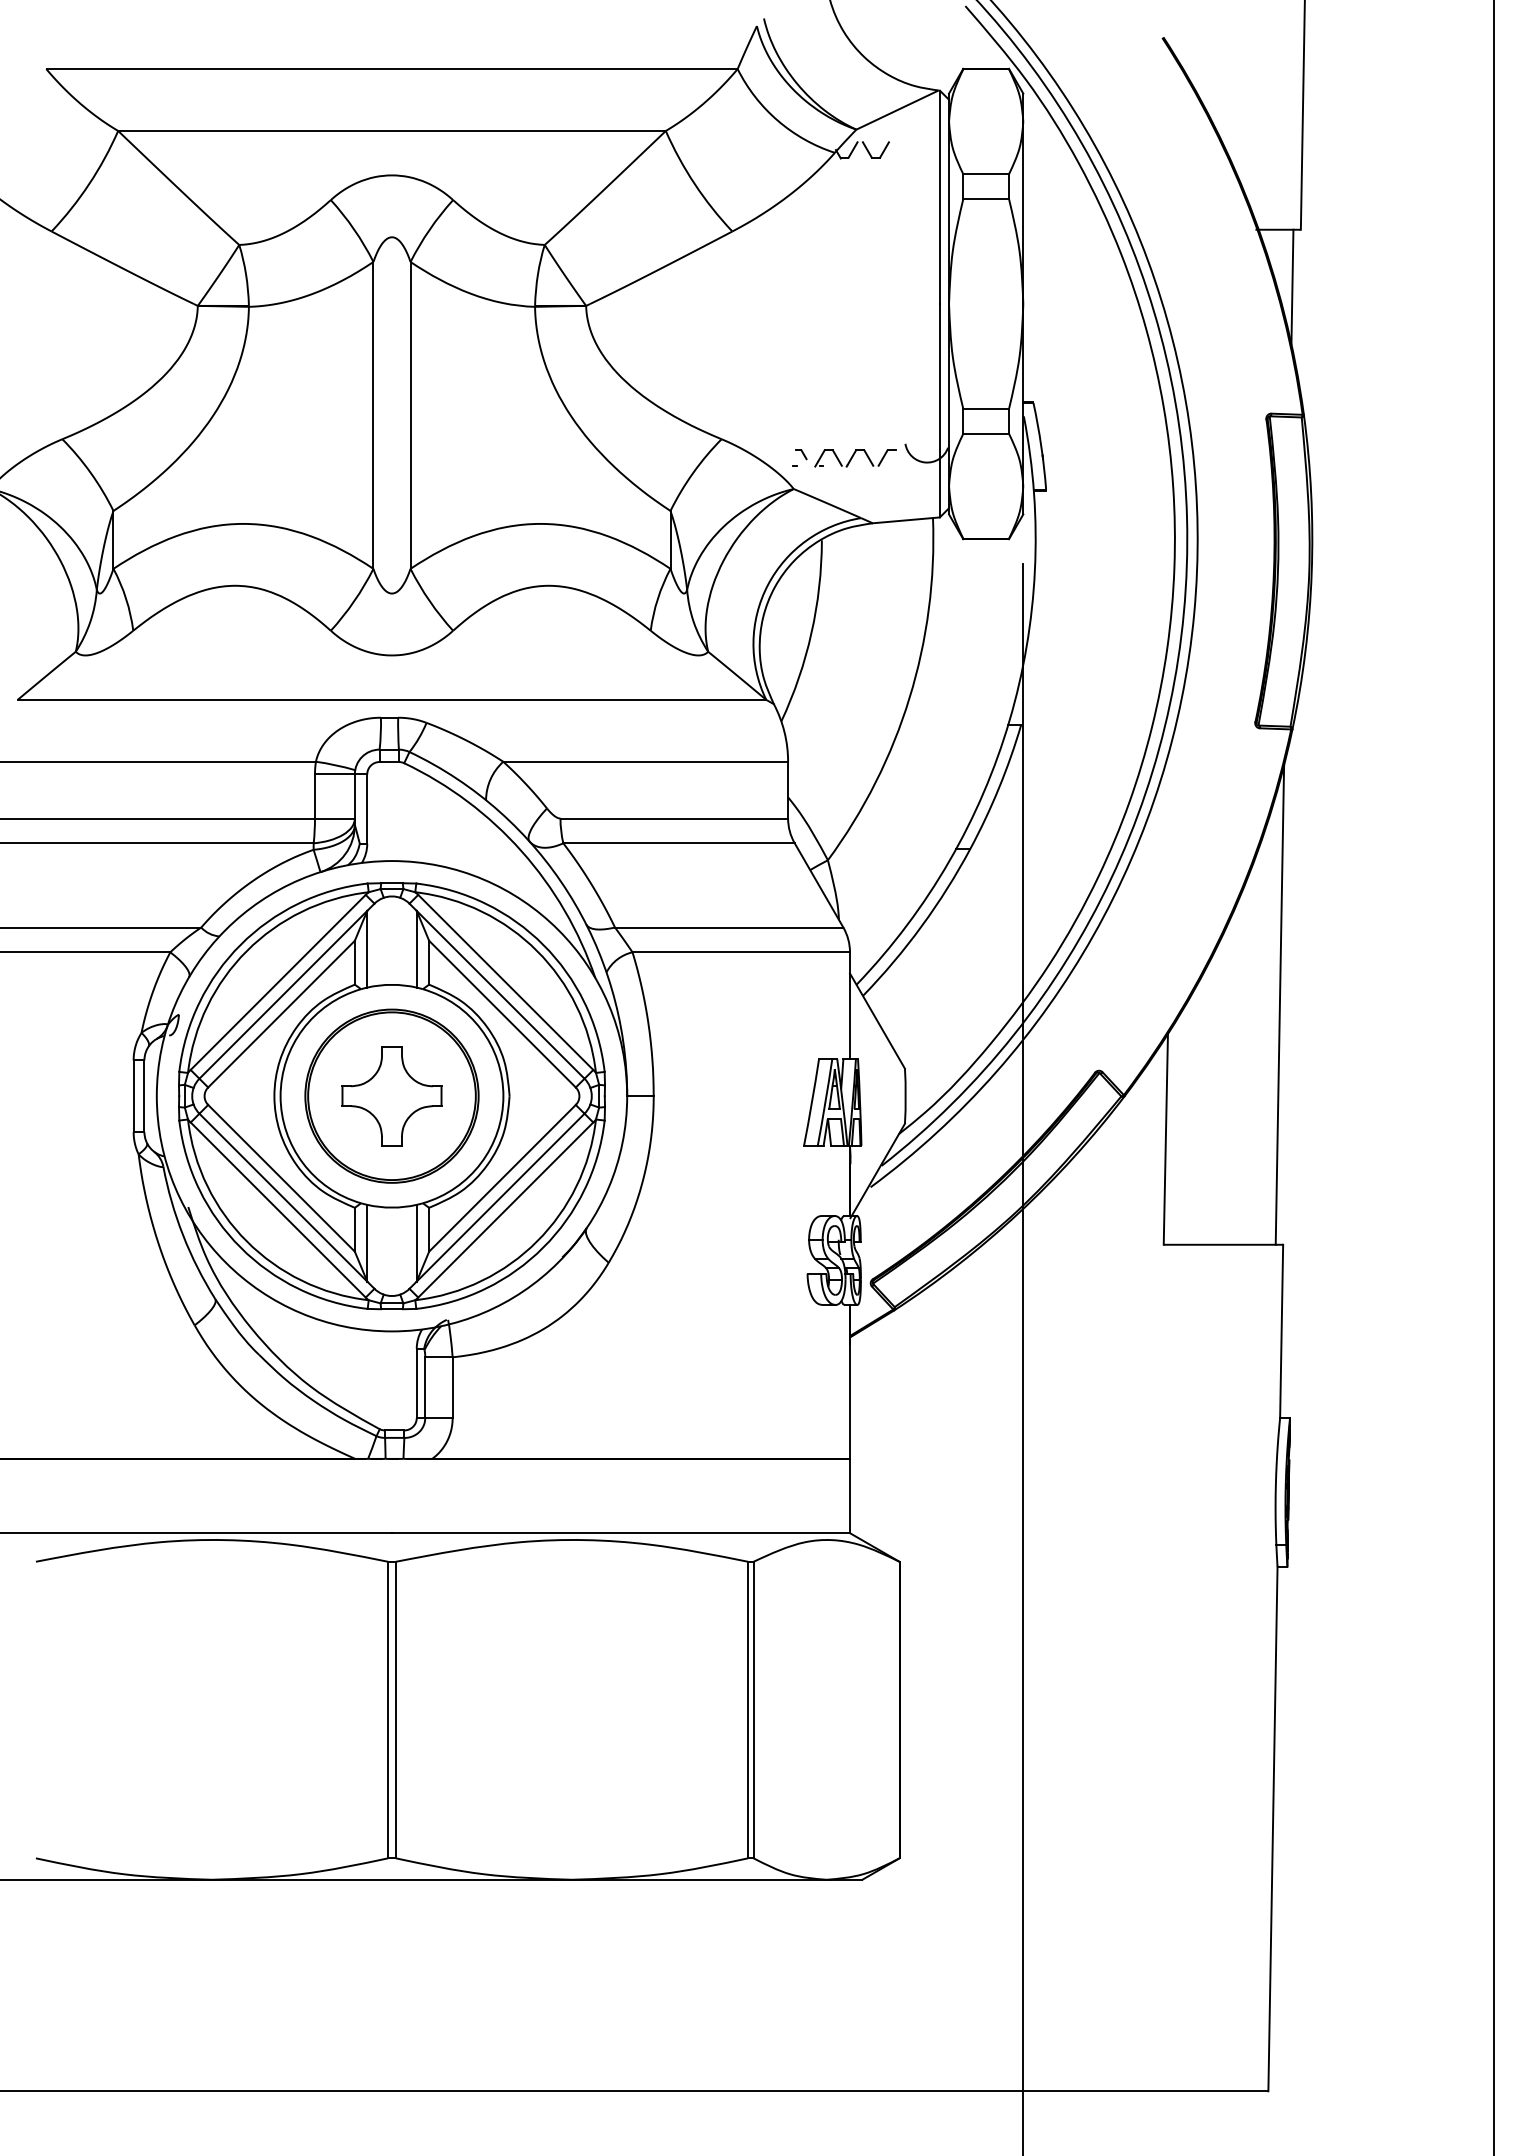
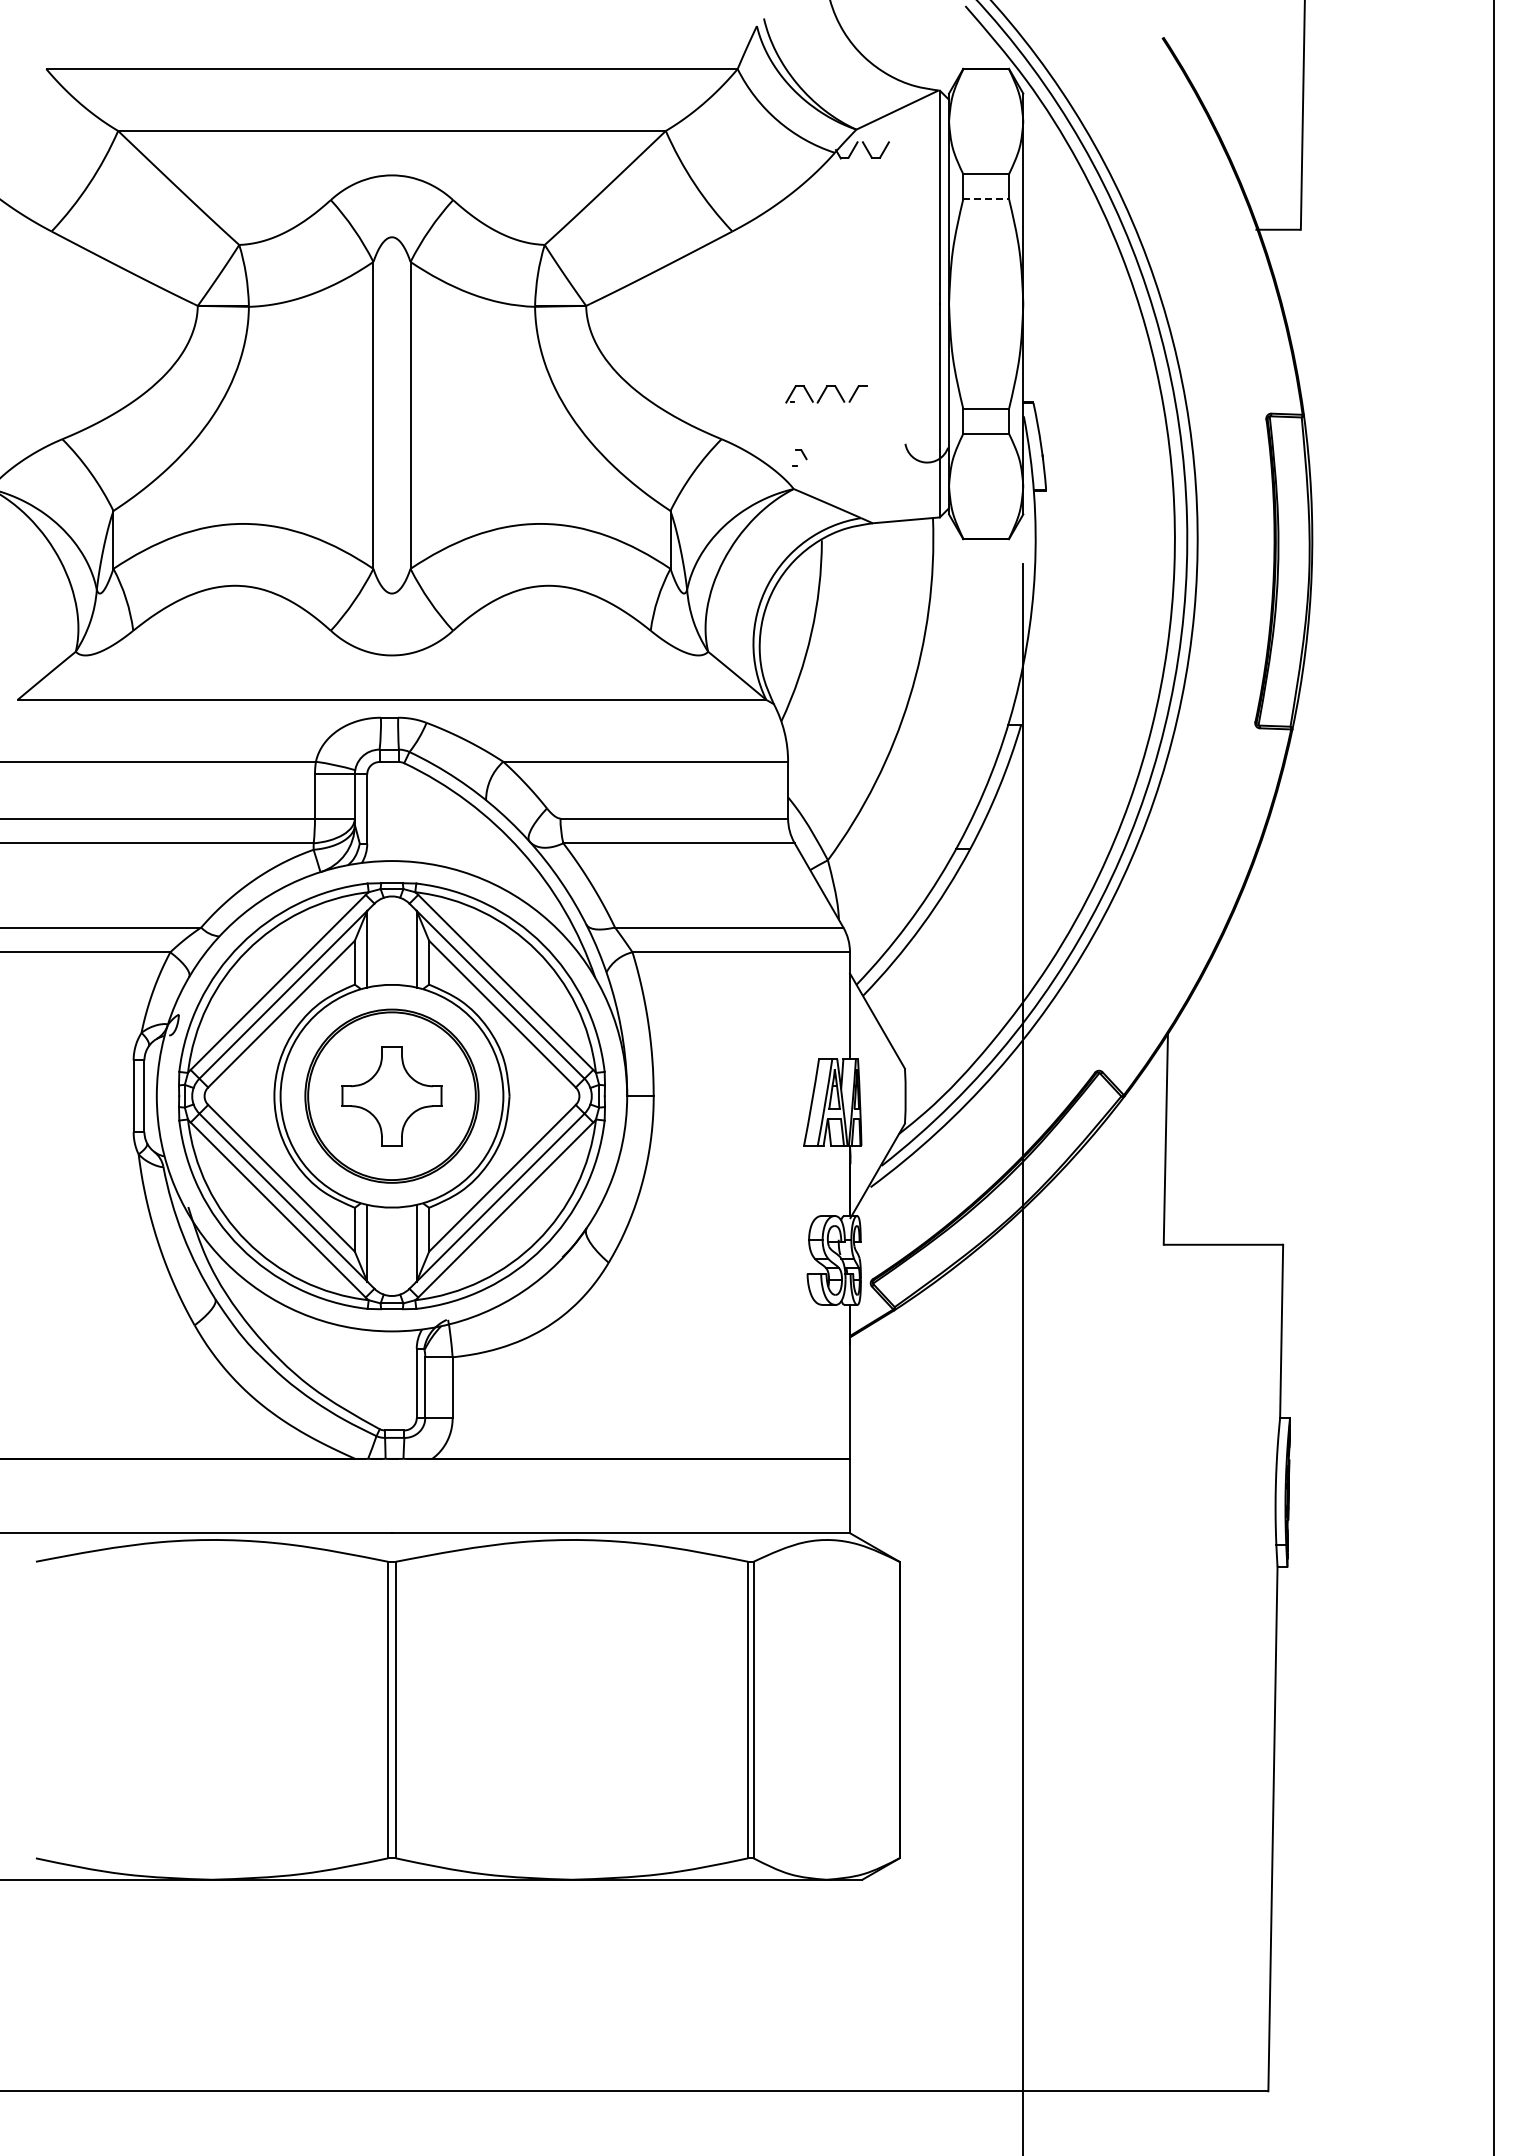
line at (986, 198): solid -> dashed
line at (1292, 286): present -> none
part at (855, 458) position: (855, 458) -> (826, 394)
line at (1279, 1004): present -> none
